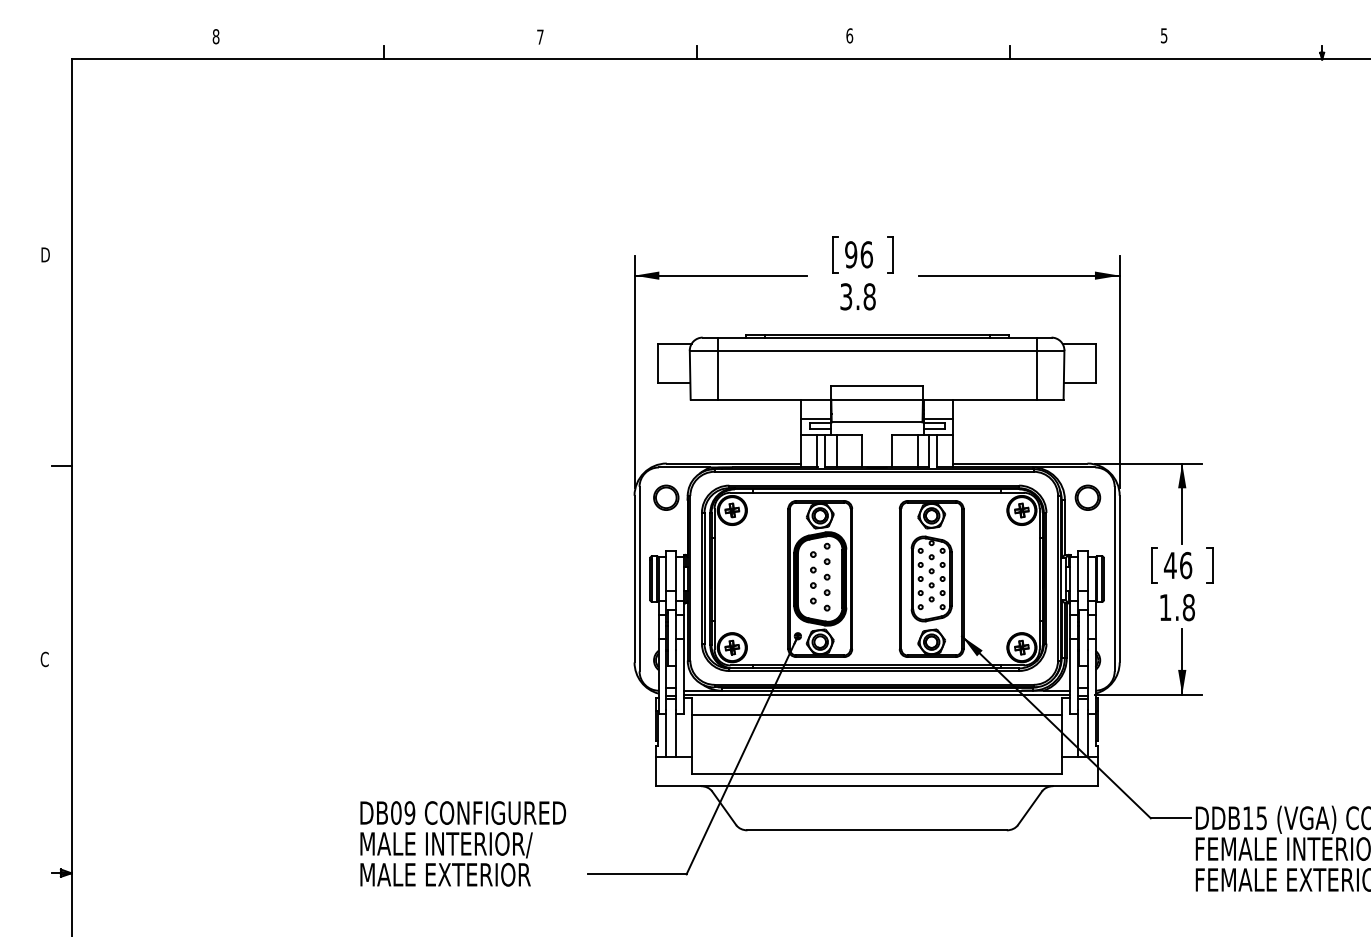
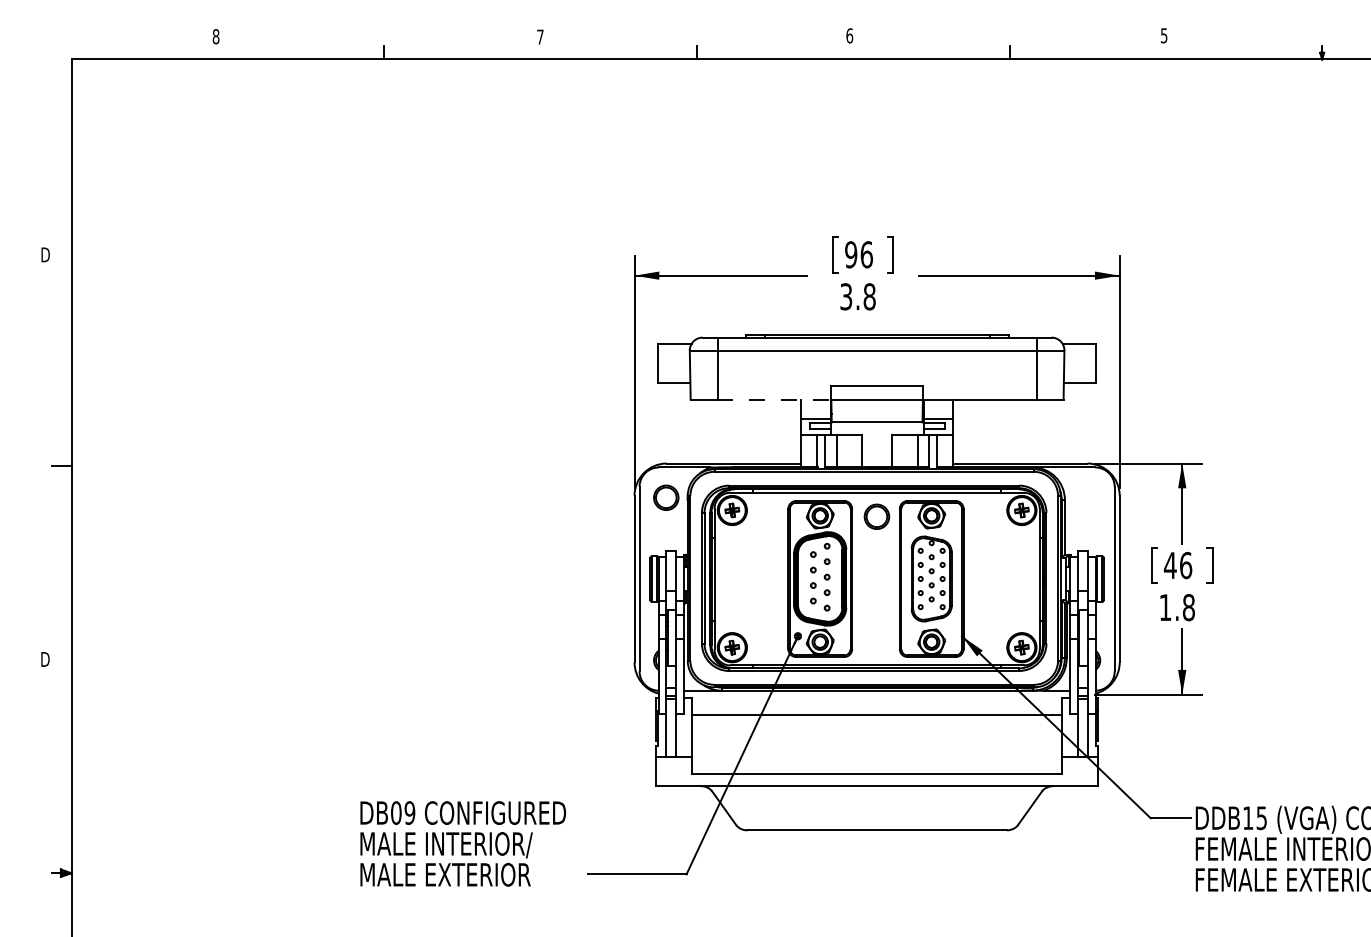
line at (774, 399): solid -> dashed
part at (1087, 497) position: (1087, 497) -> (876, 516)
text at (44, 659): C -> D
line at (877, 694): present -> none
